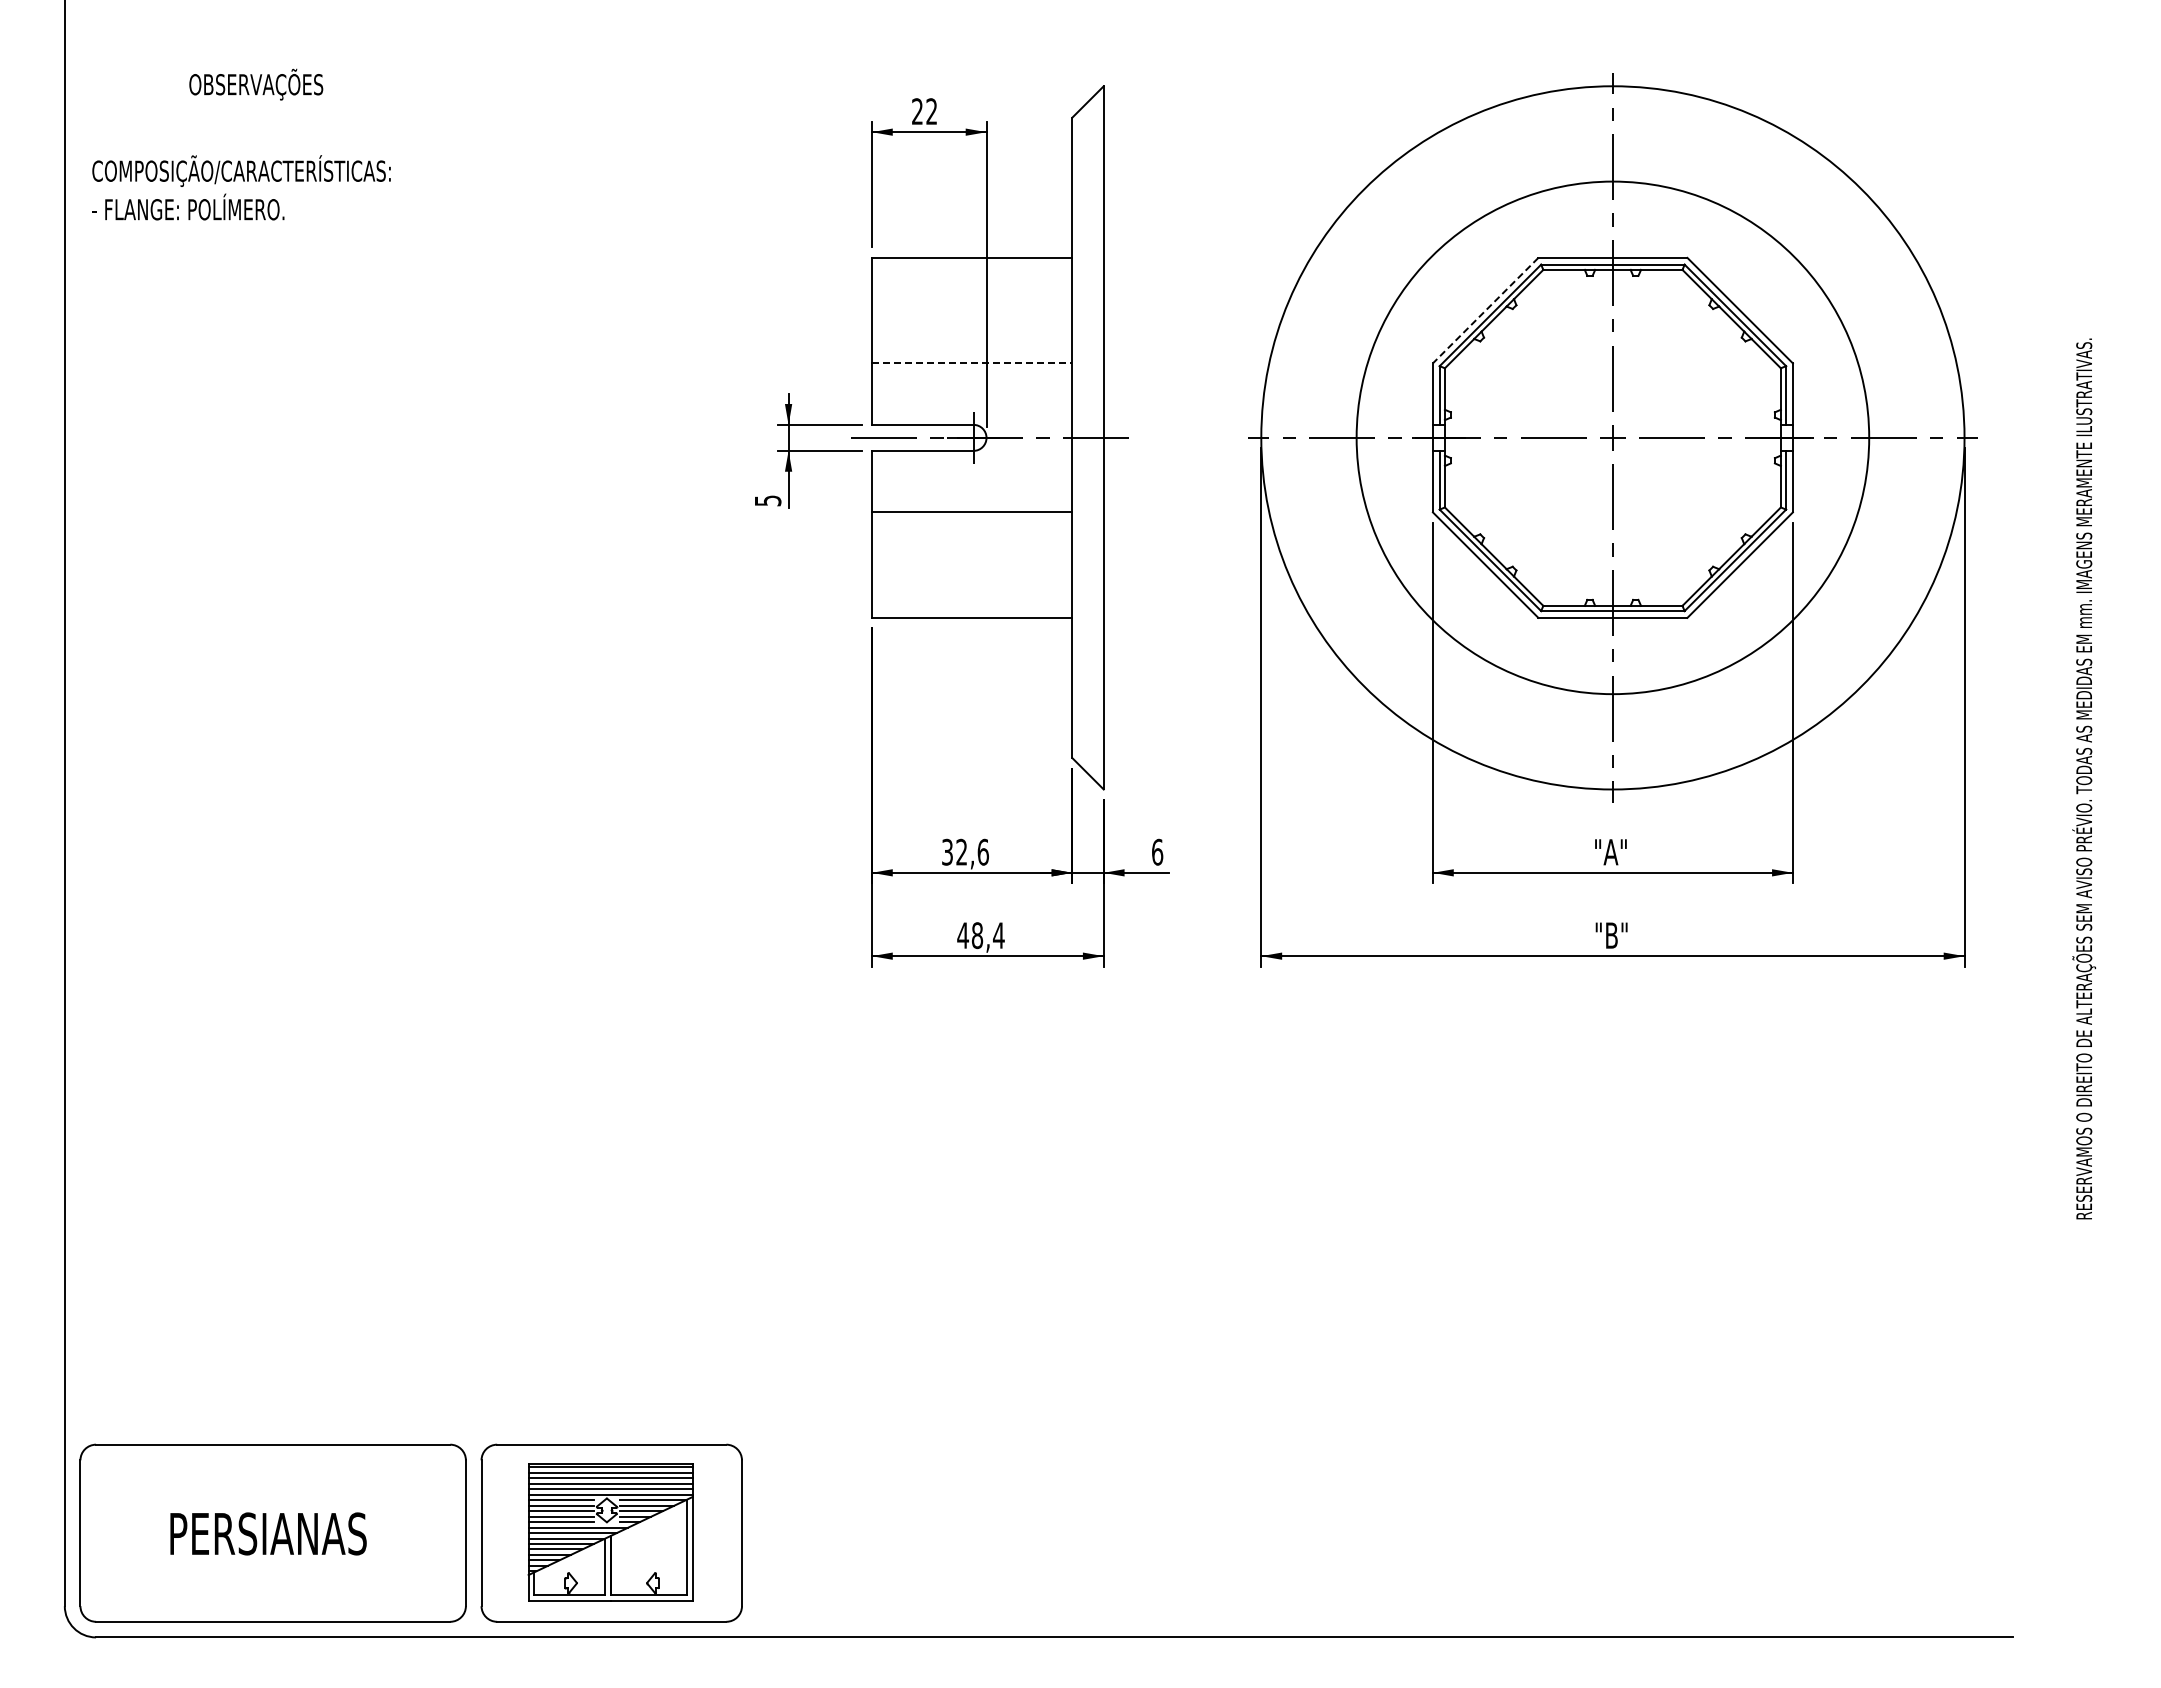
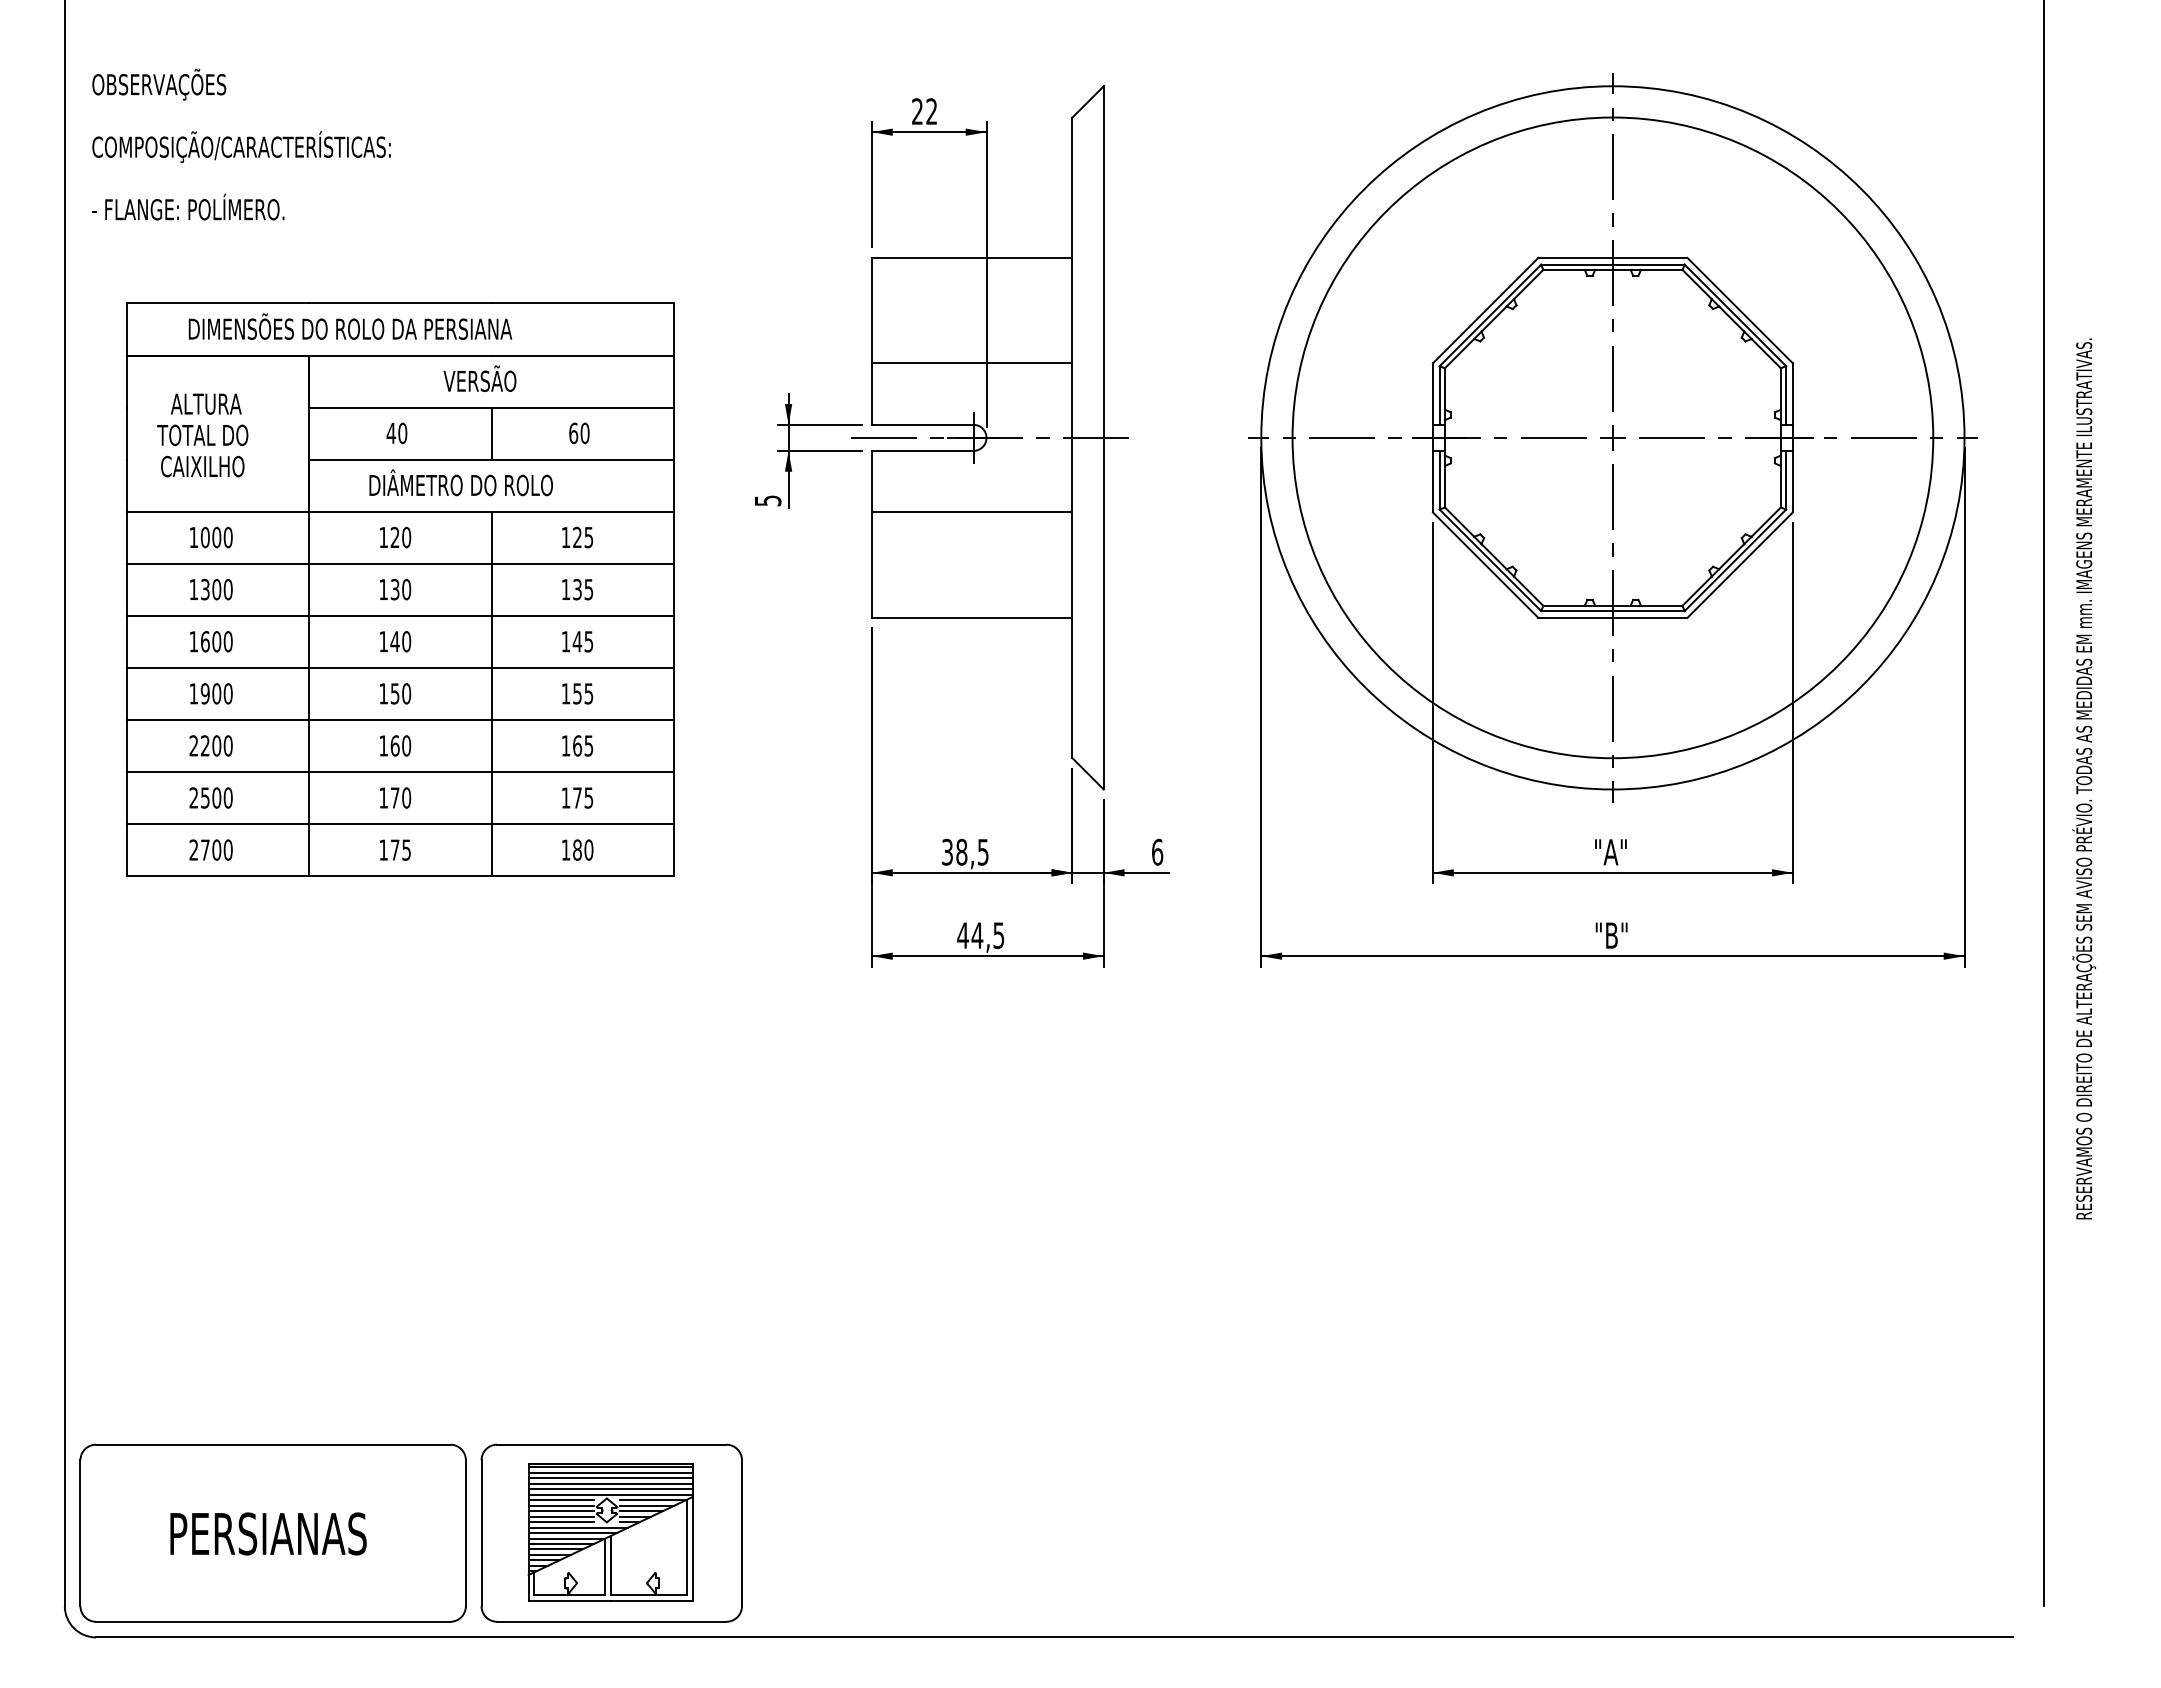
text at (256, 84) position: (256, 84) -> (159, 84)
text at (241, 170) position: (241, 170) -> (241, 146)
line at (1485, 310): dashed -> solid
line at (972, 363): dashed -> solid
circle at (1612, 437) diameter: 513 px -> 641 px
part at (400, 589): none -> present
line at (2044, 804): none -> present
text at (972, 851): 32,6 -> 38,5
text at (987, 935): 48,4 -> 44,5
